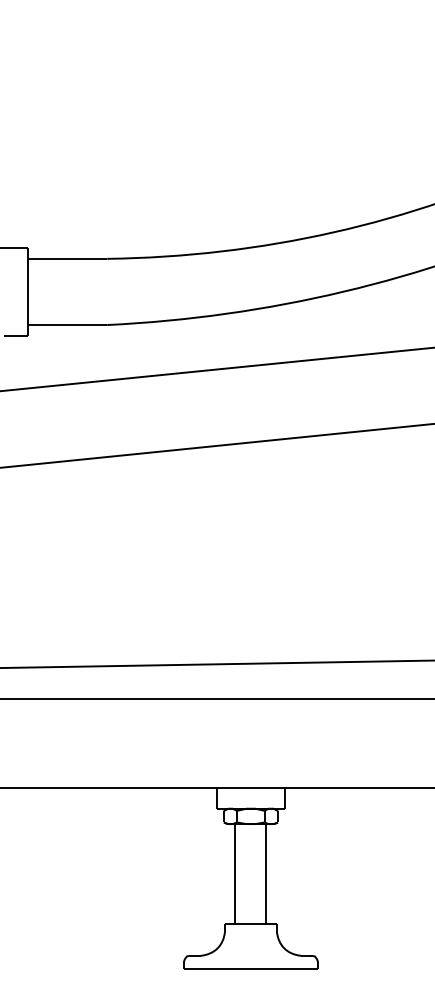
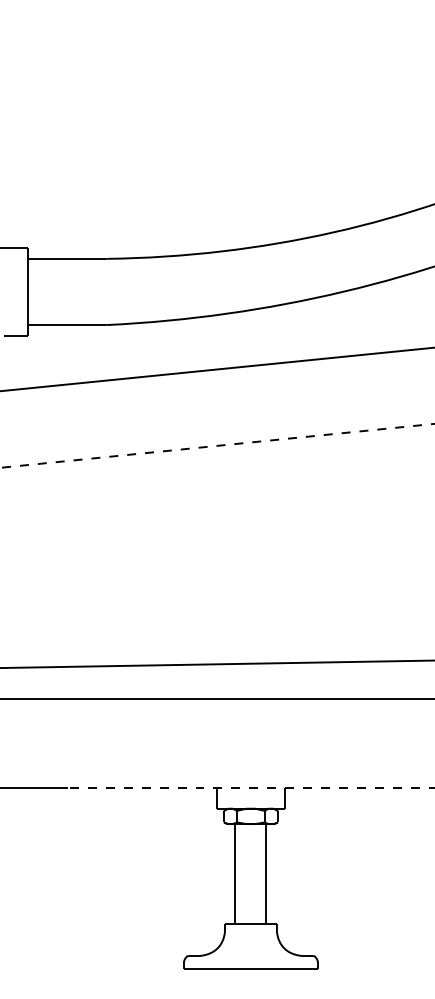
line at (217, 445): solid -> dashed
line at (250, 788): solid -> dashed
